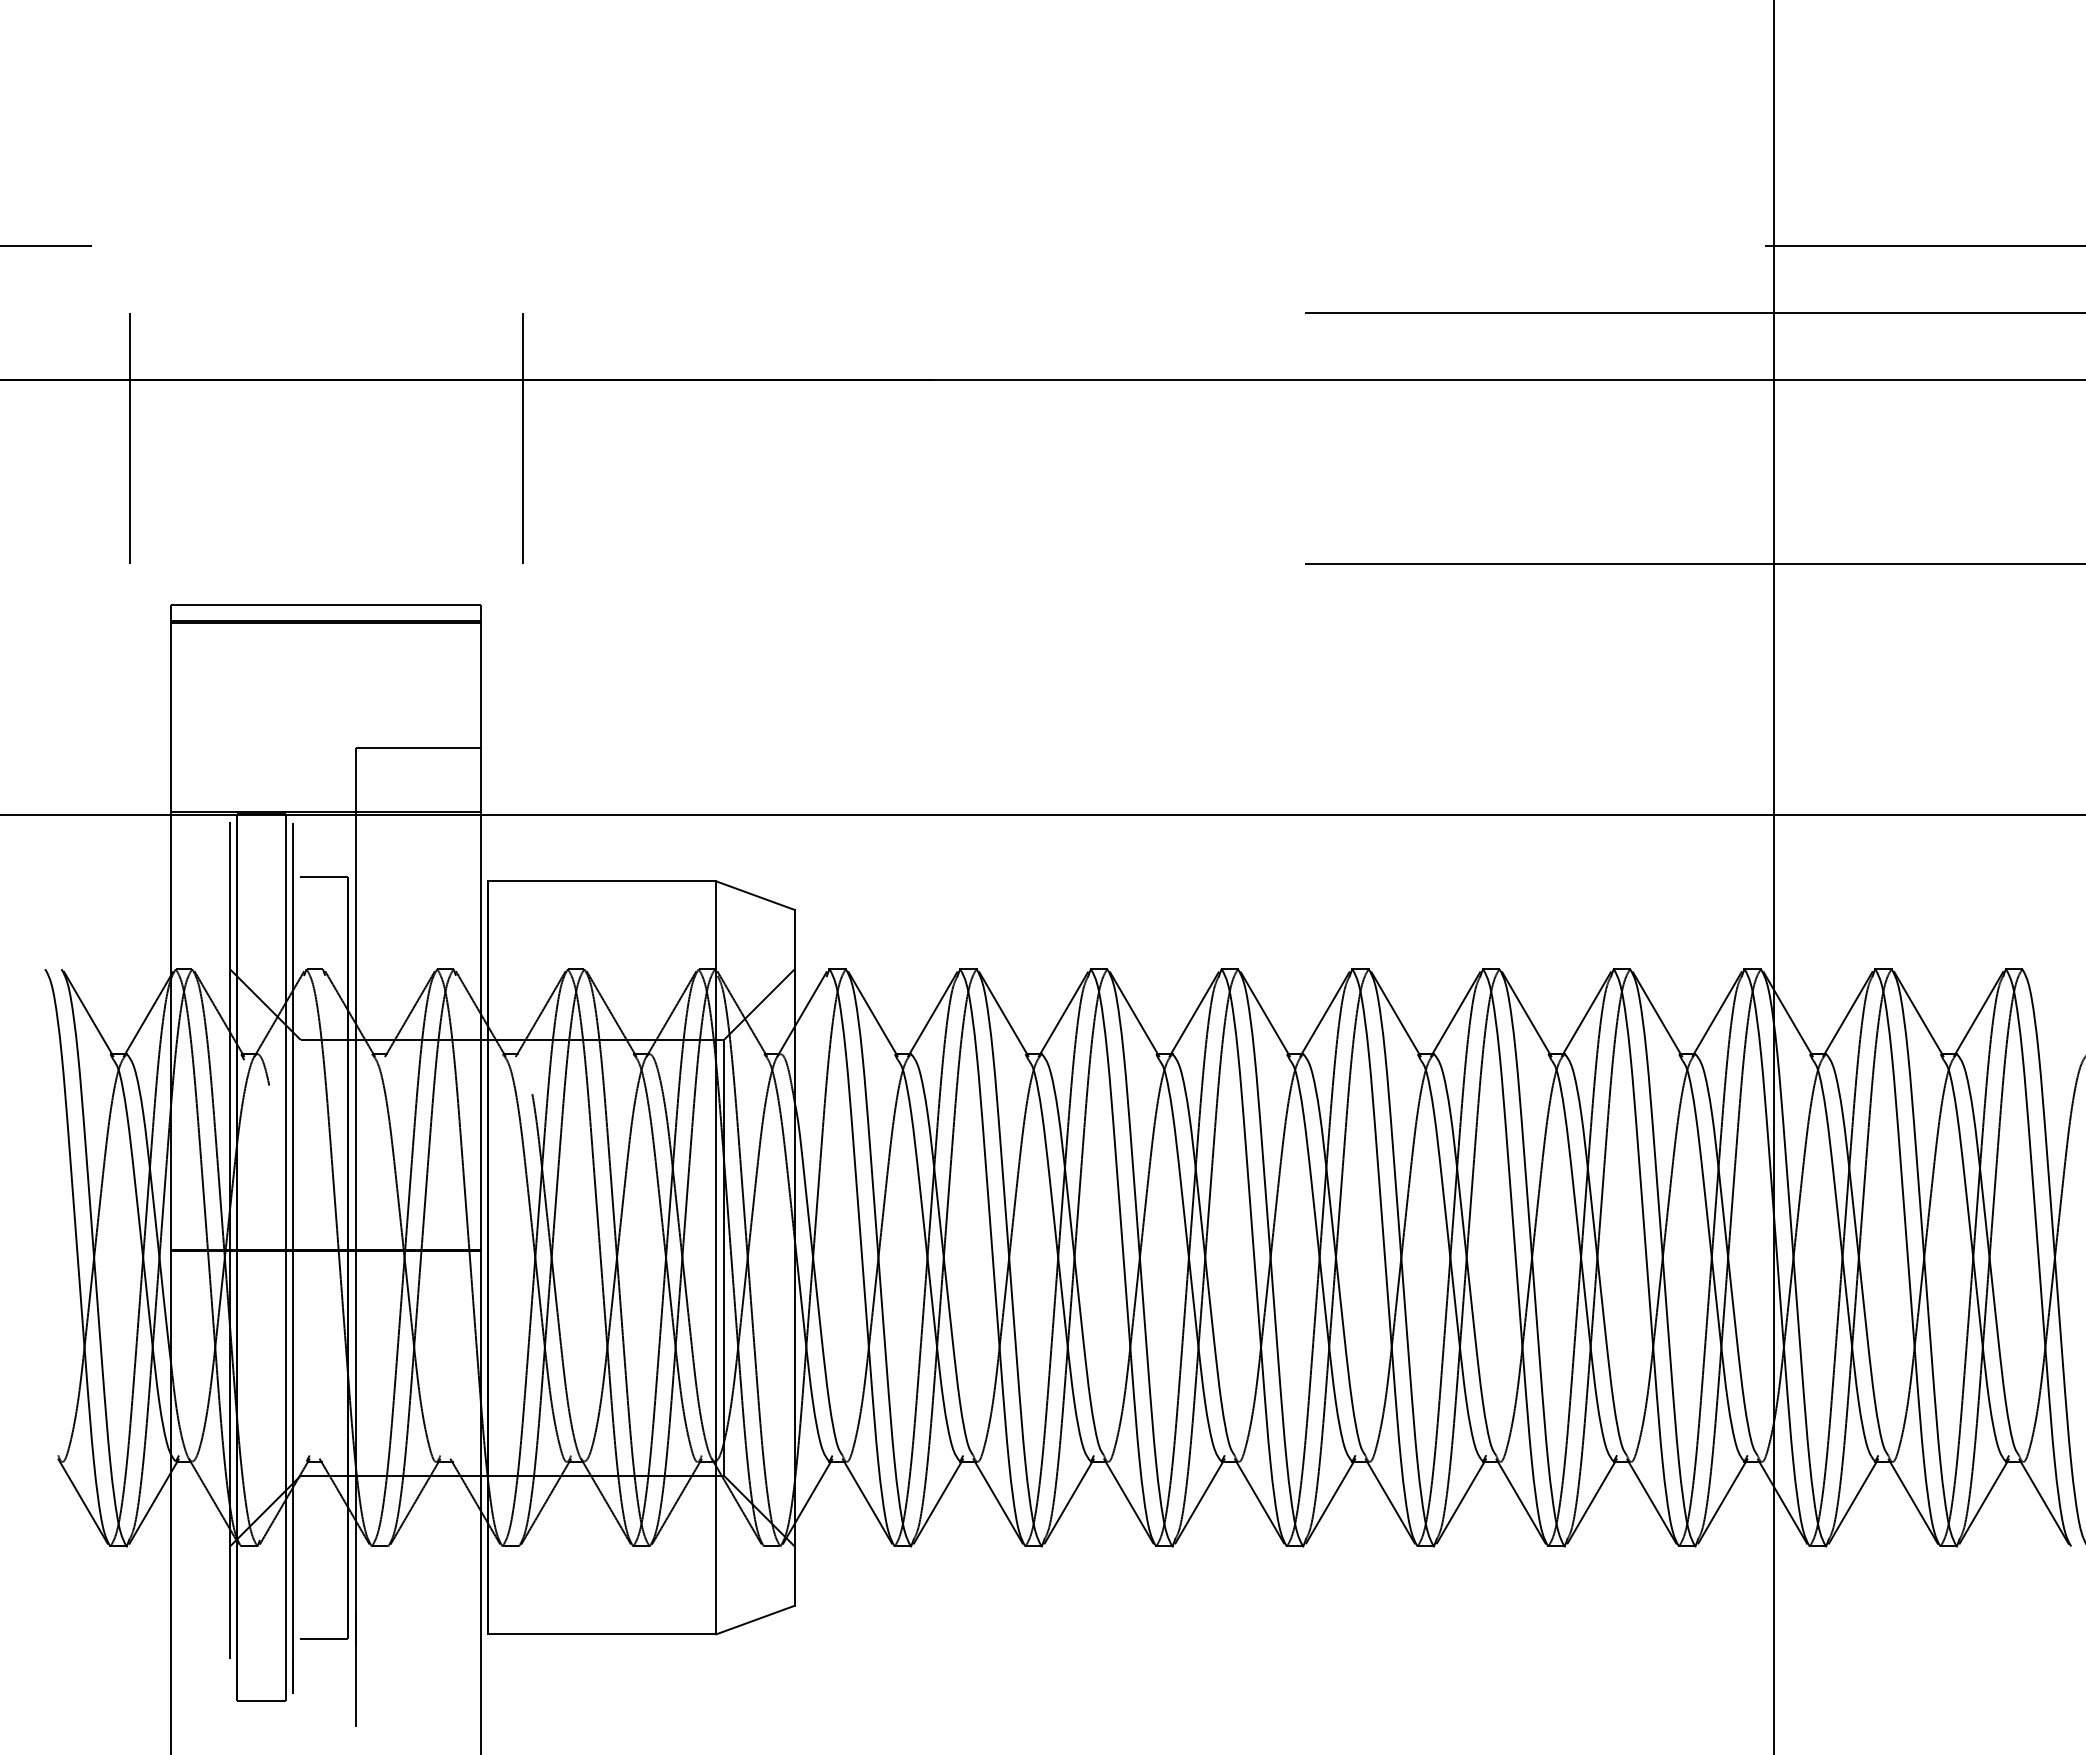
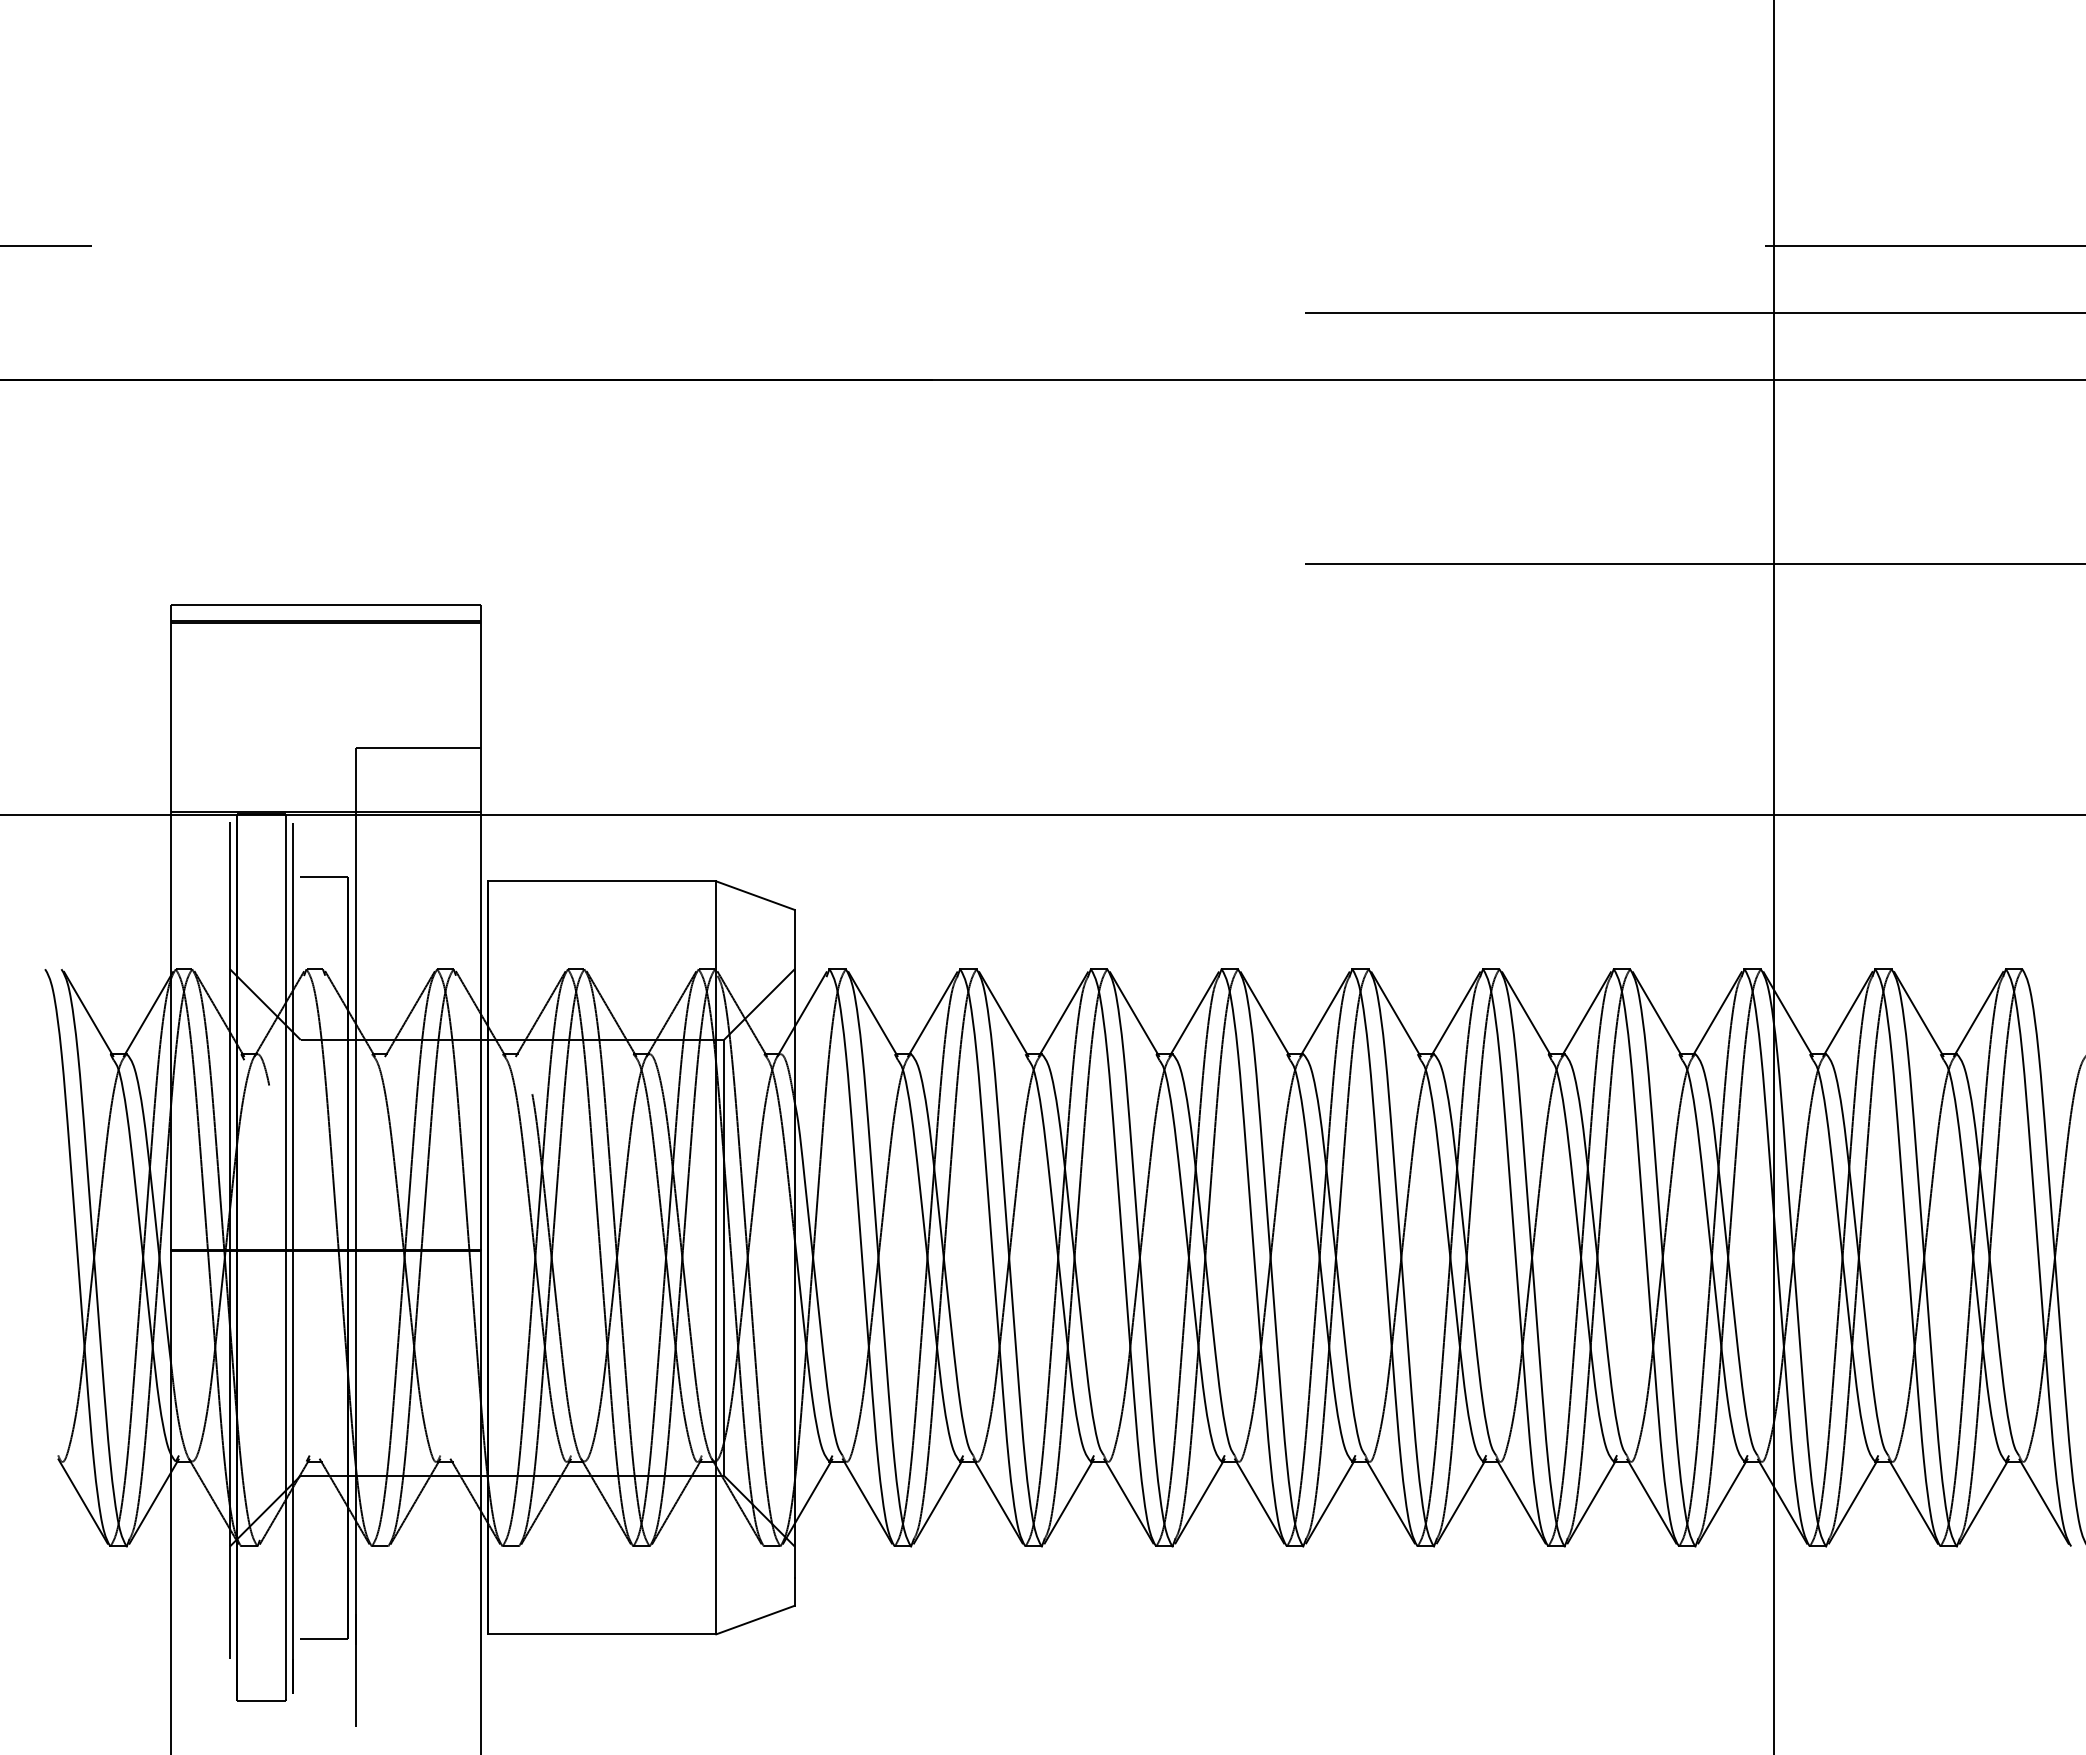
line at (129, 437): present -> none
line at (522, 437): present -> none
